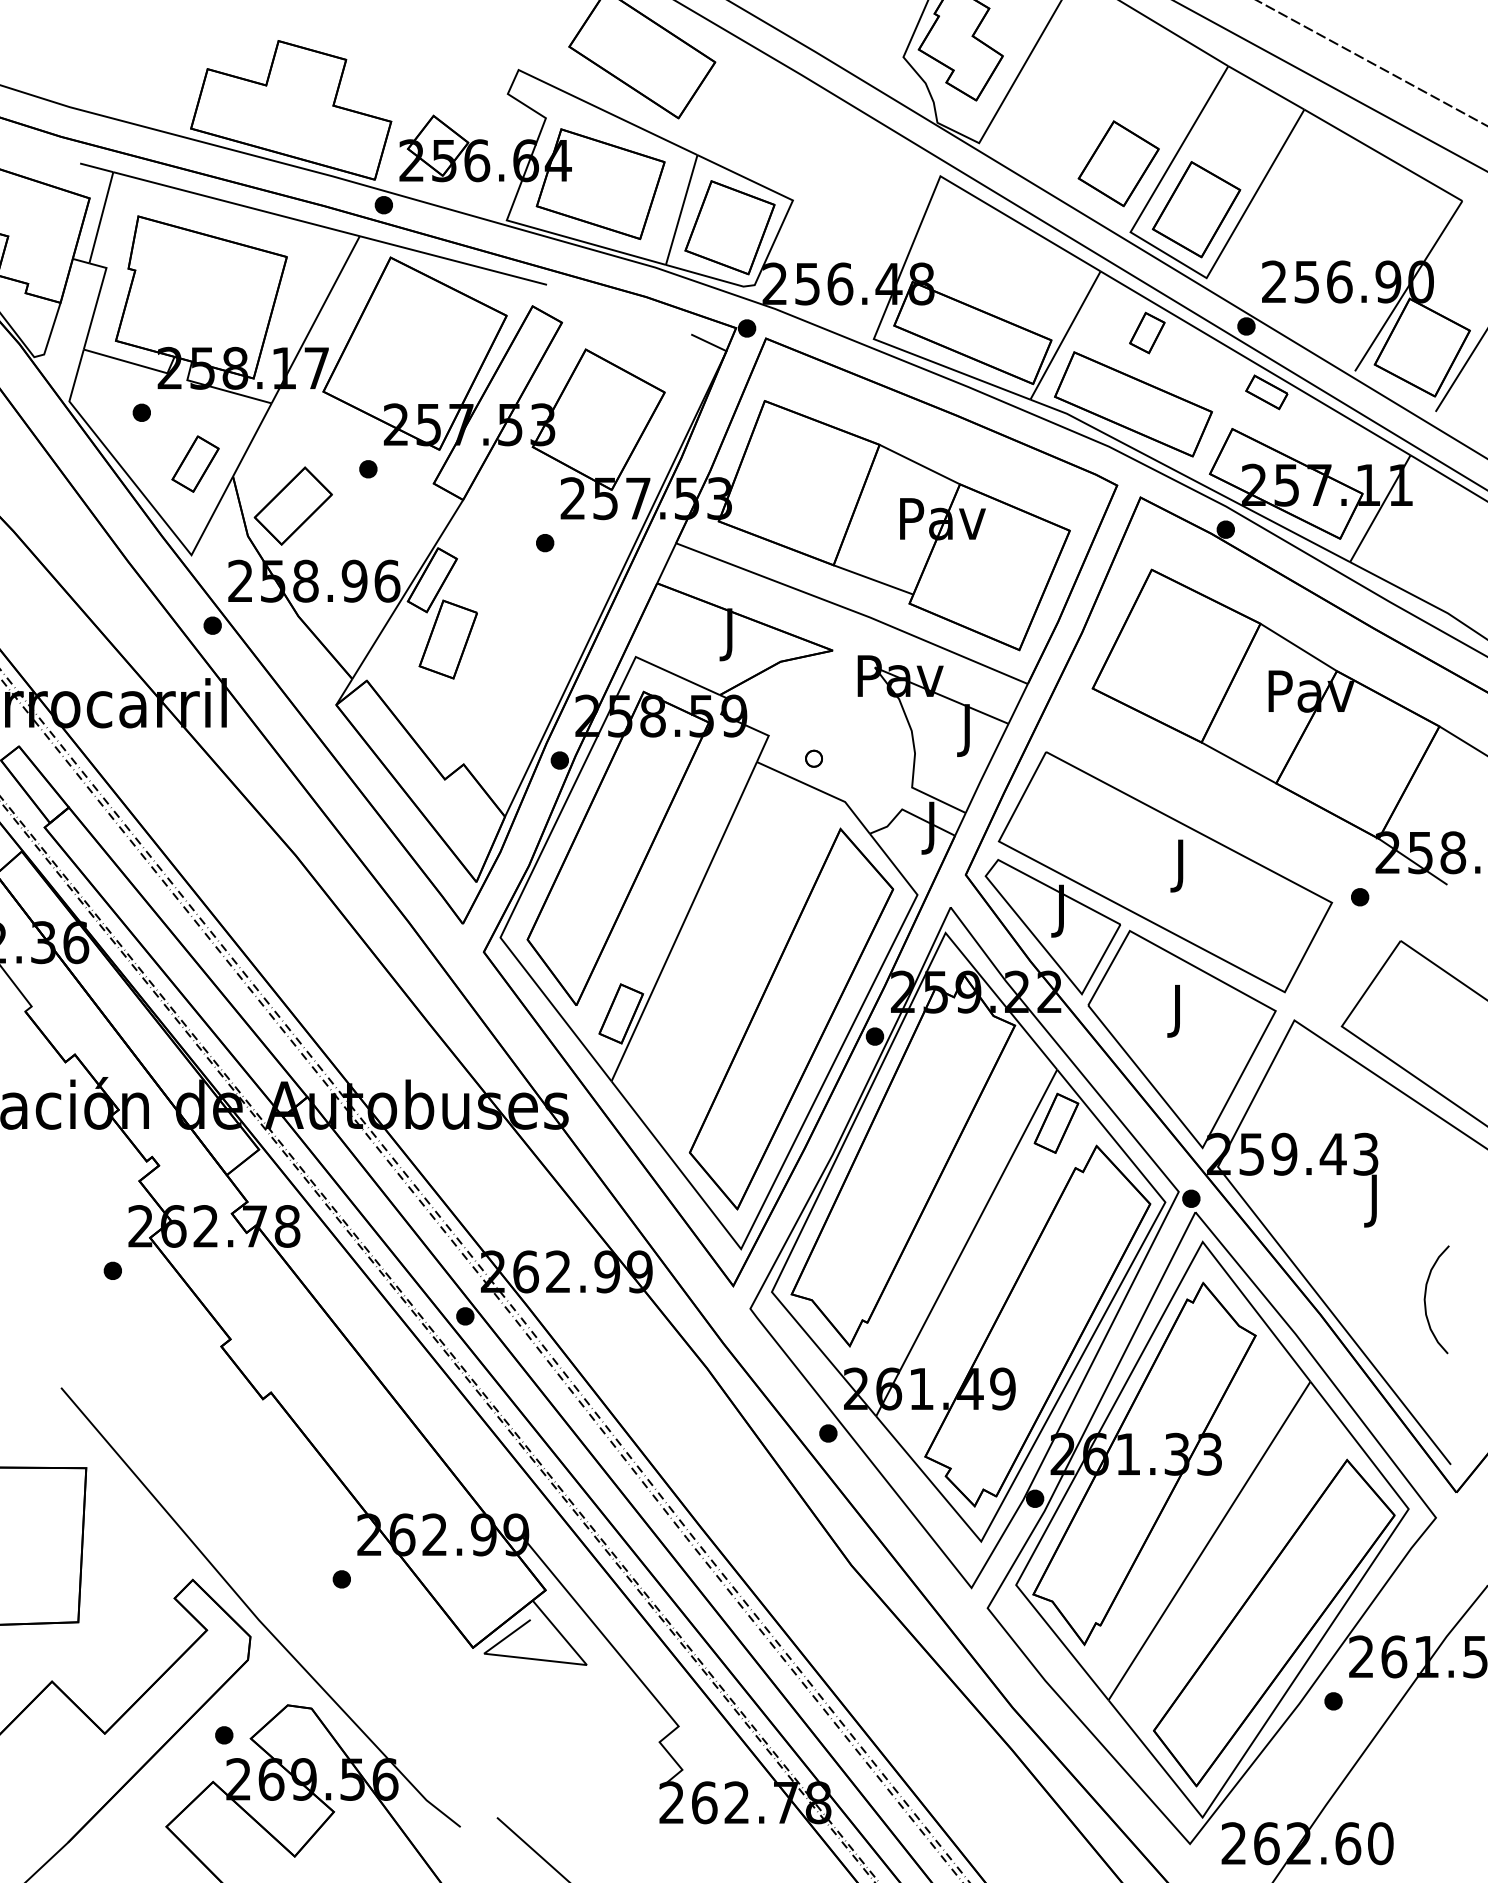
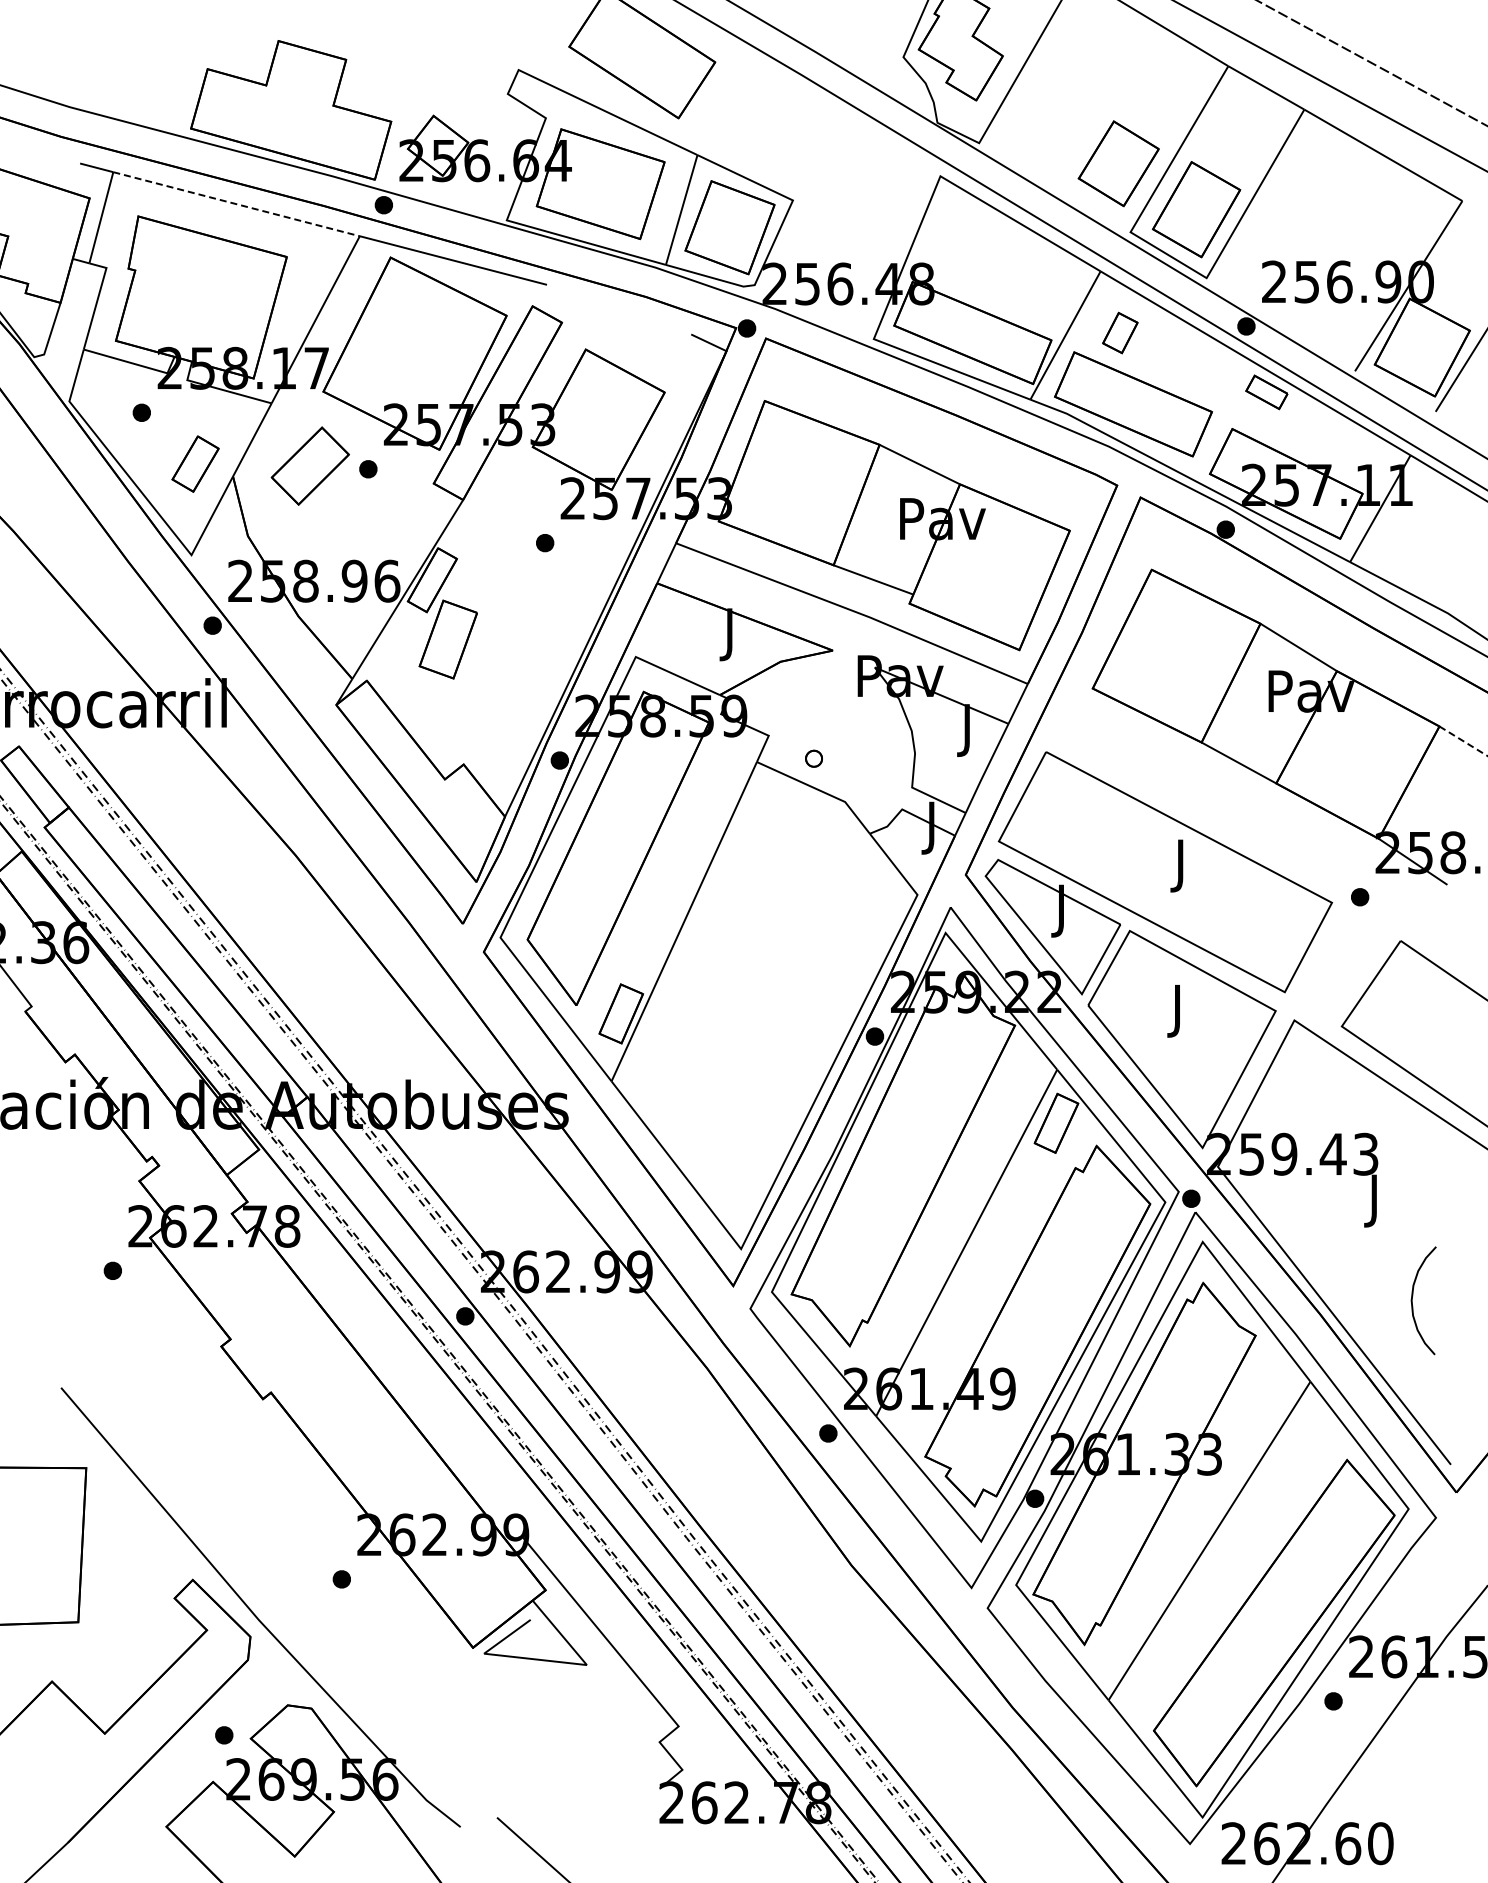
line at (237, 204): solid -> dashed
part at (1147, 332) position: (1147, 332) -> (1120, 332)
part at (292, 505) position: (292, 505) -> (309, 465)
line at (1464, 741): solid -> dashed
part at (791, 1018): present -> none
curve at (1425, 1299) position: (1425, 1299) -> (1412, 1300)
